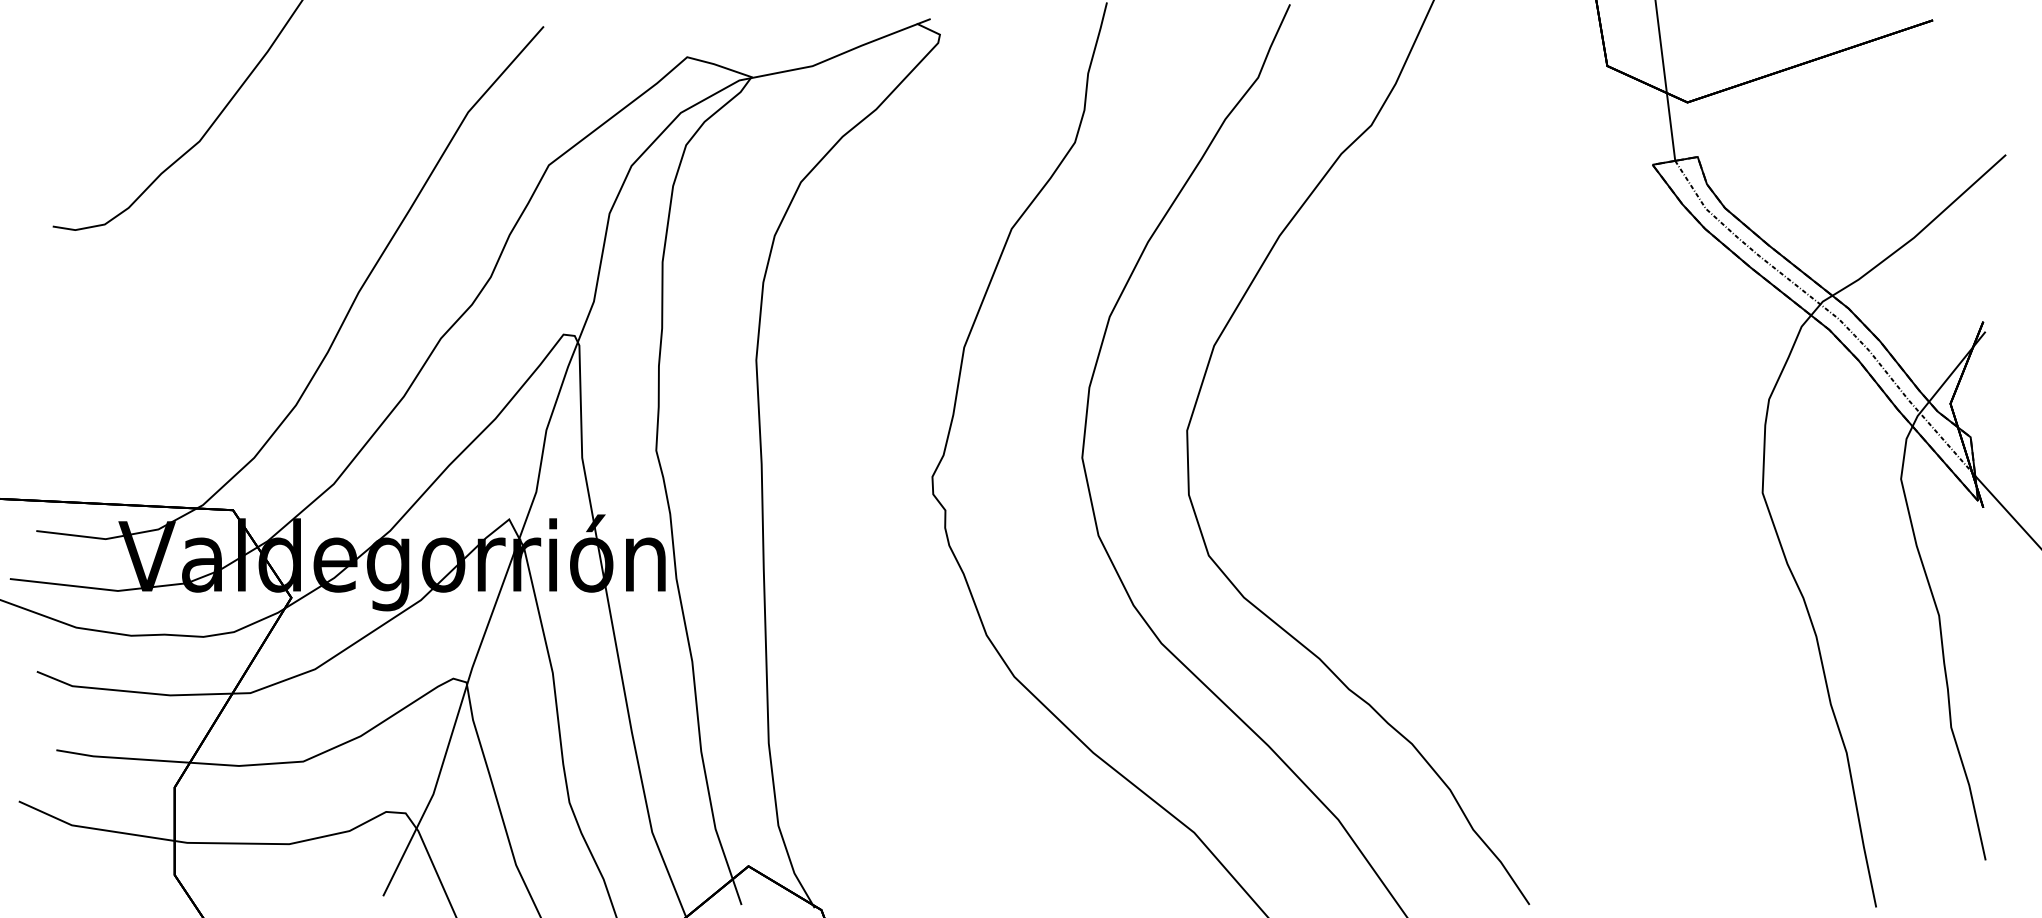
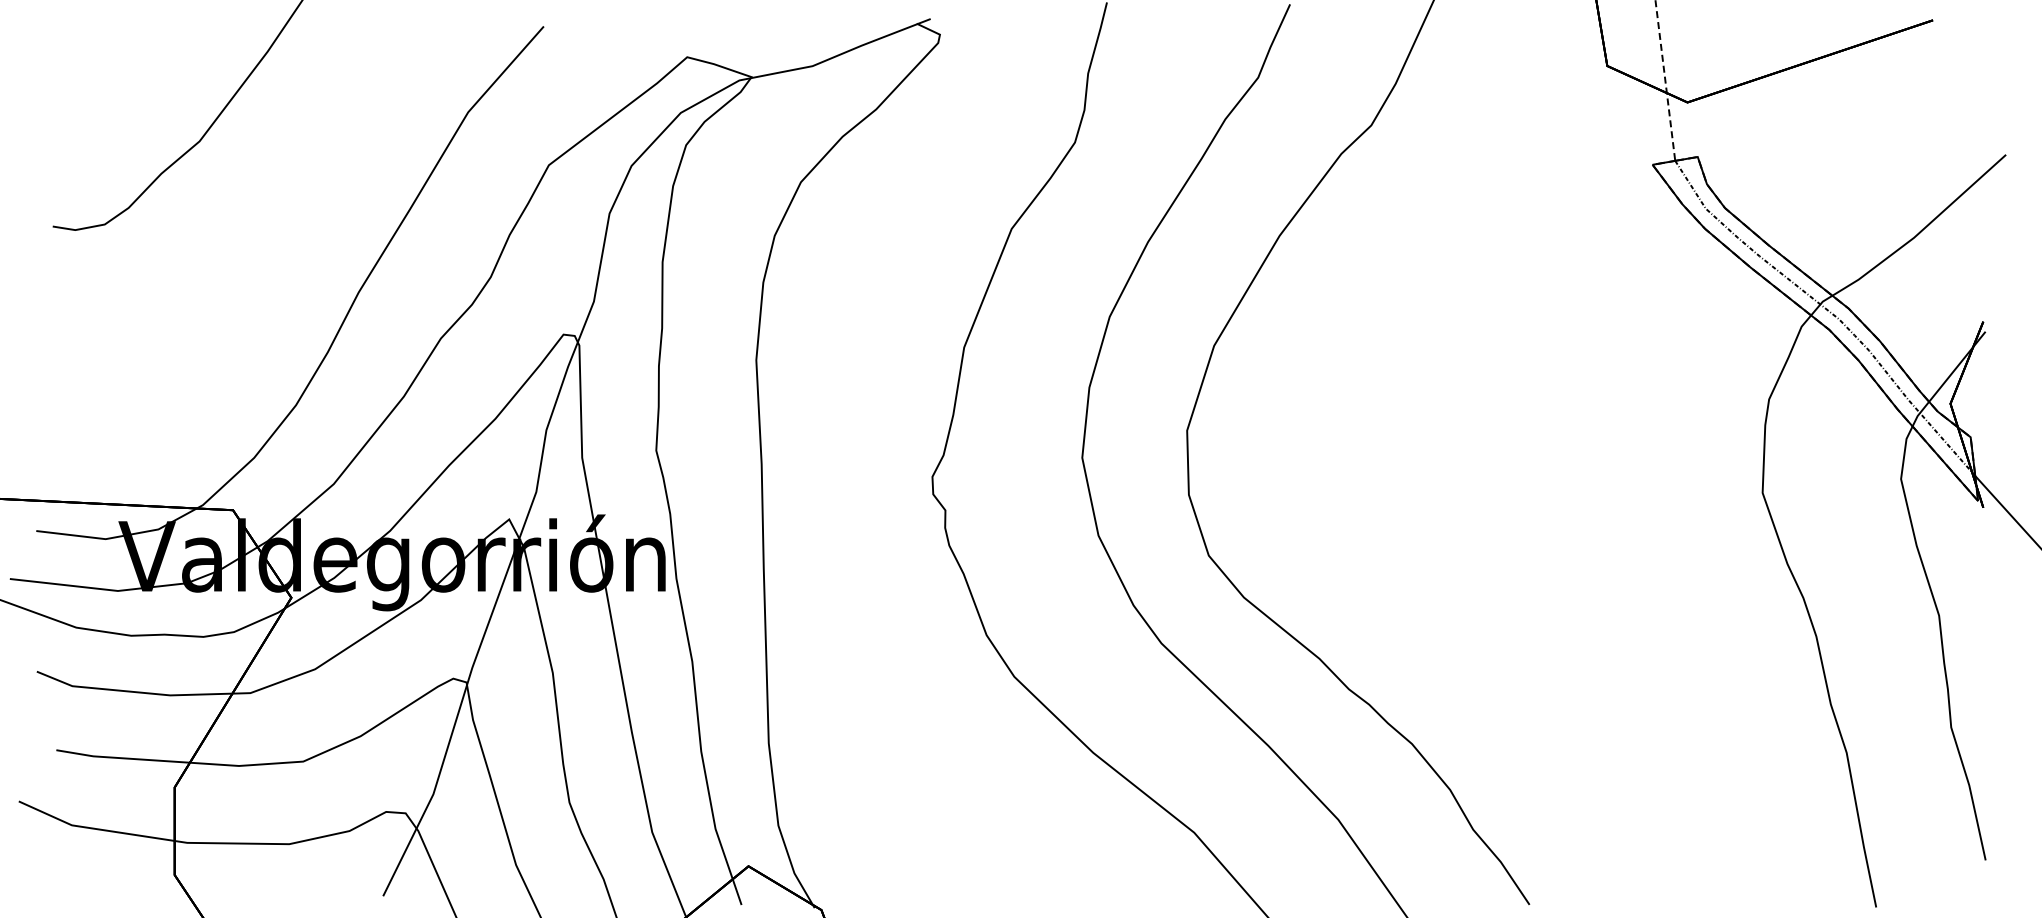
line at (1665, 80): solid -> dashed
